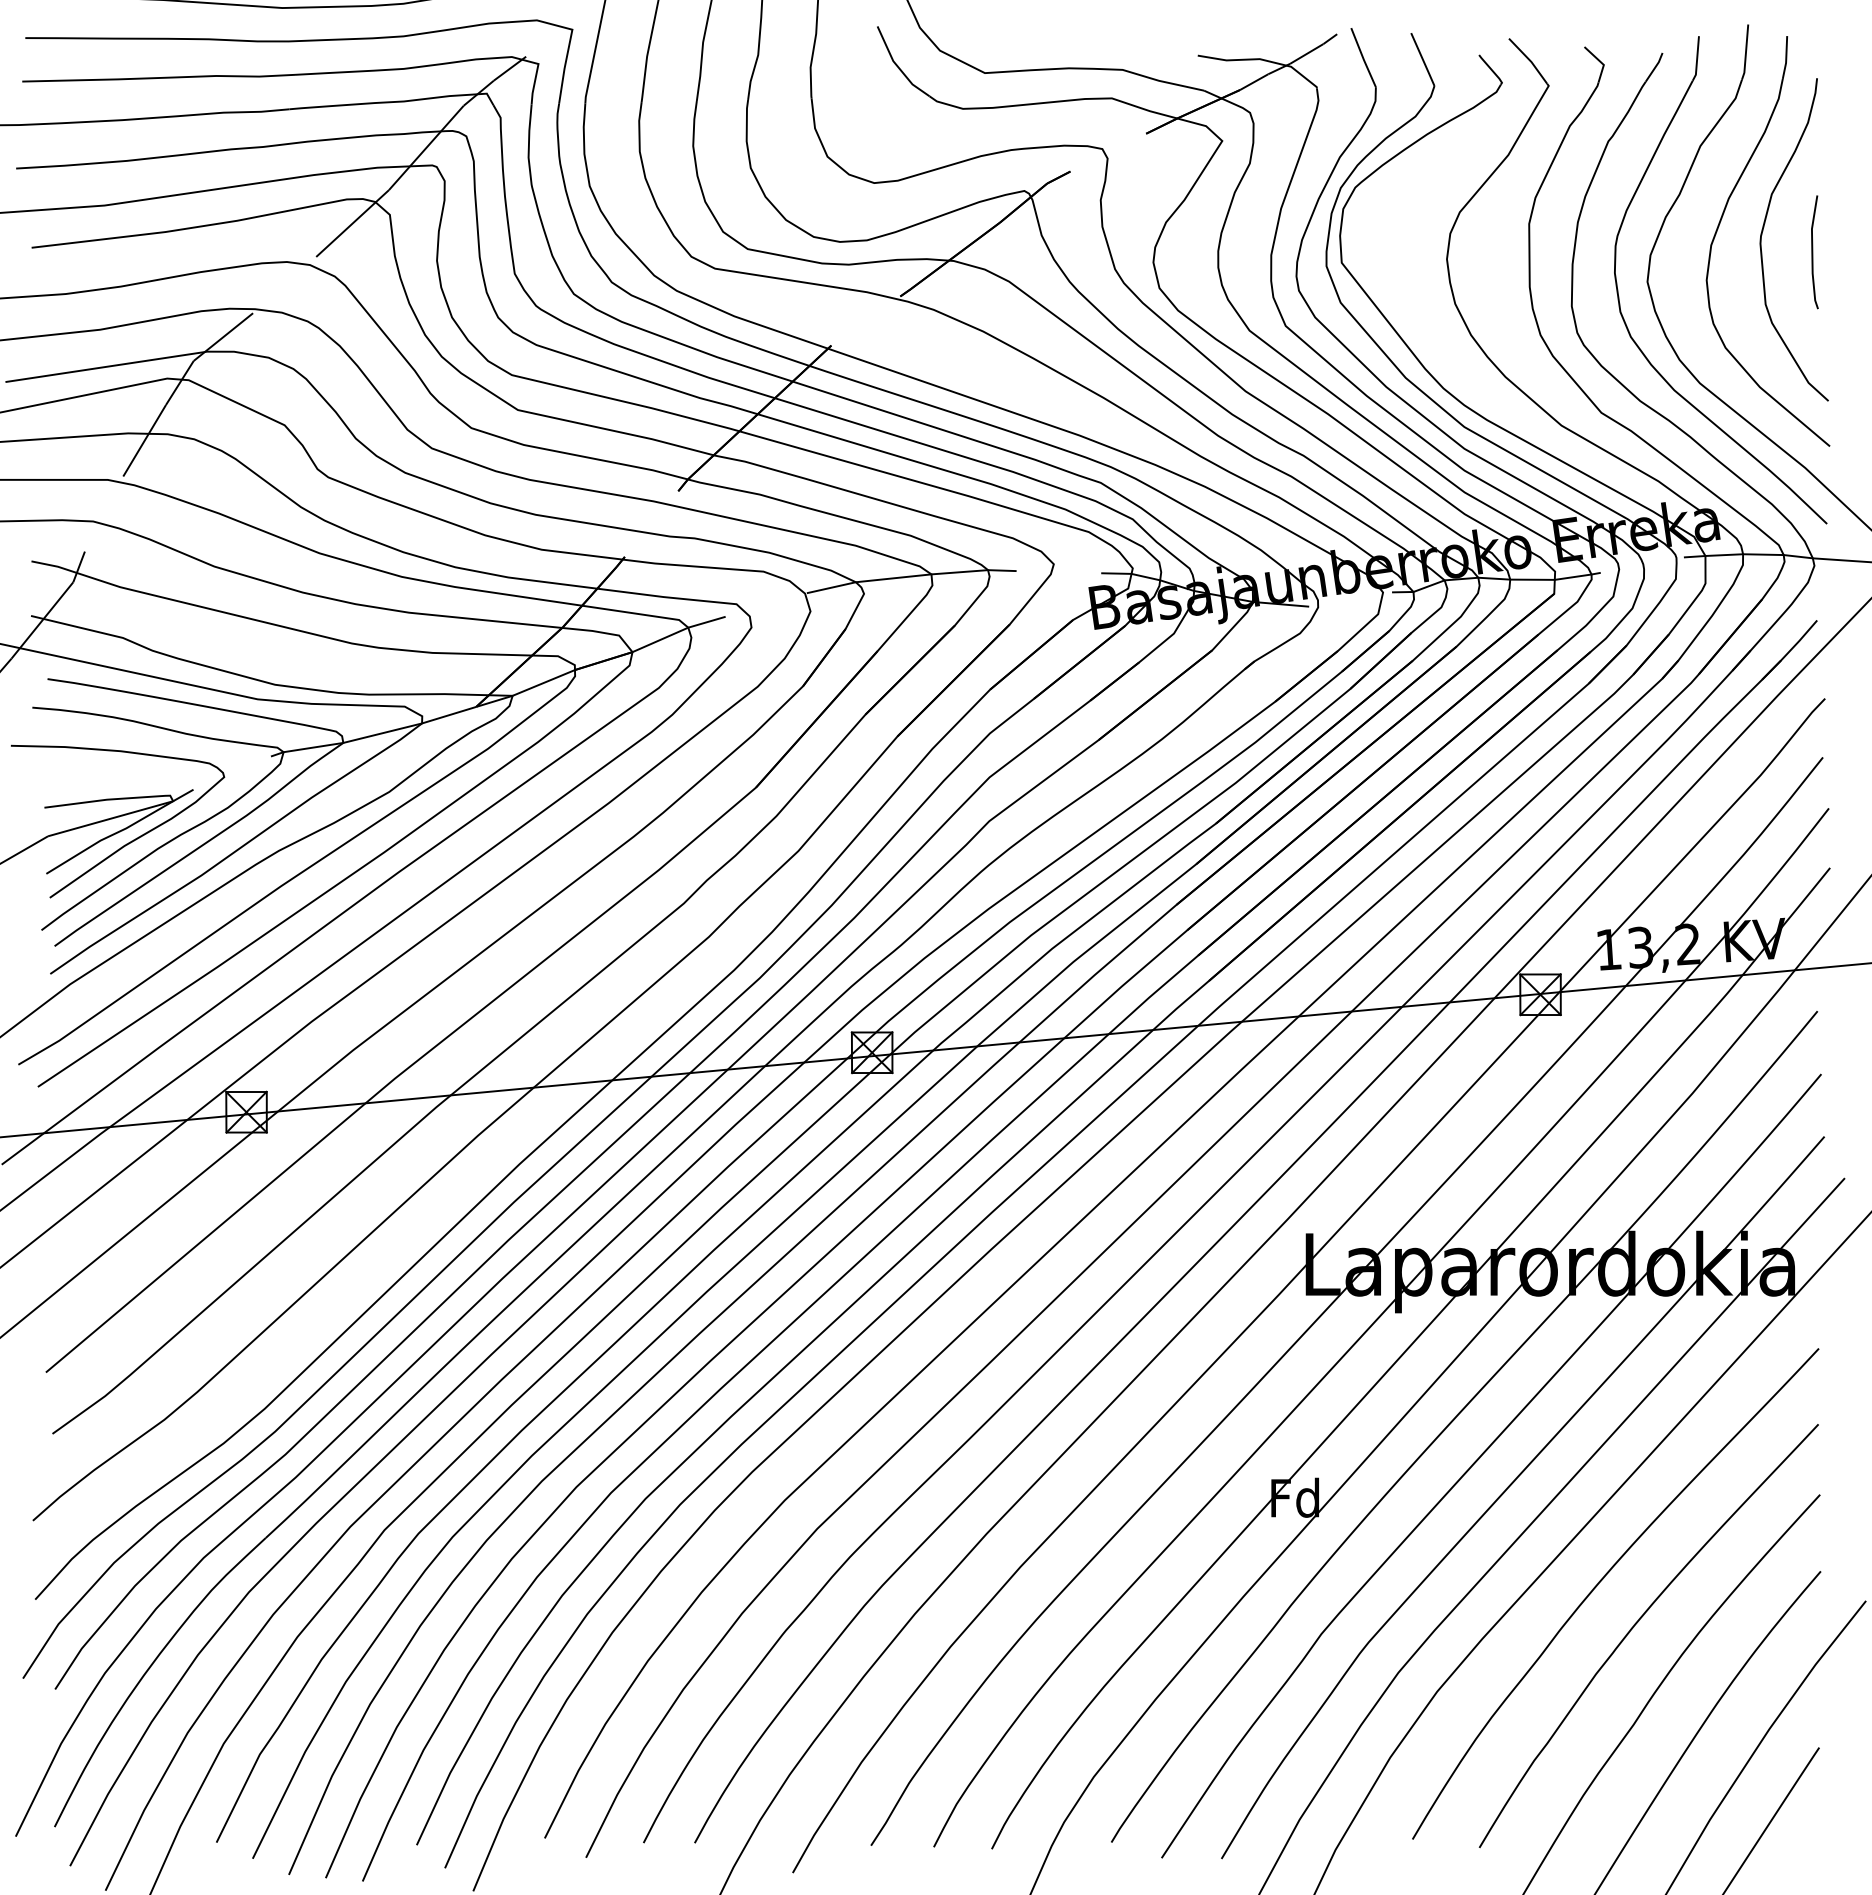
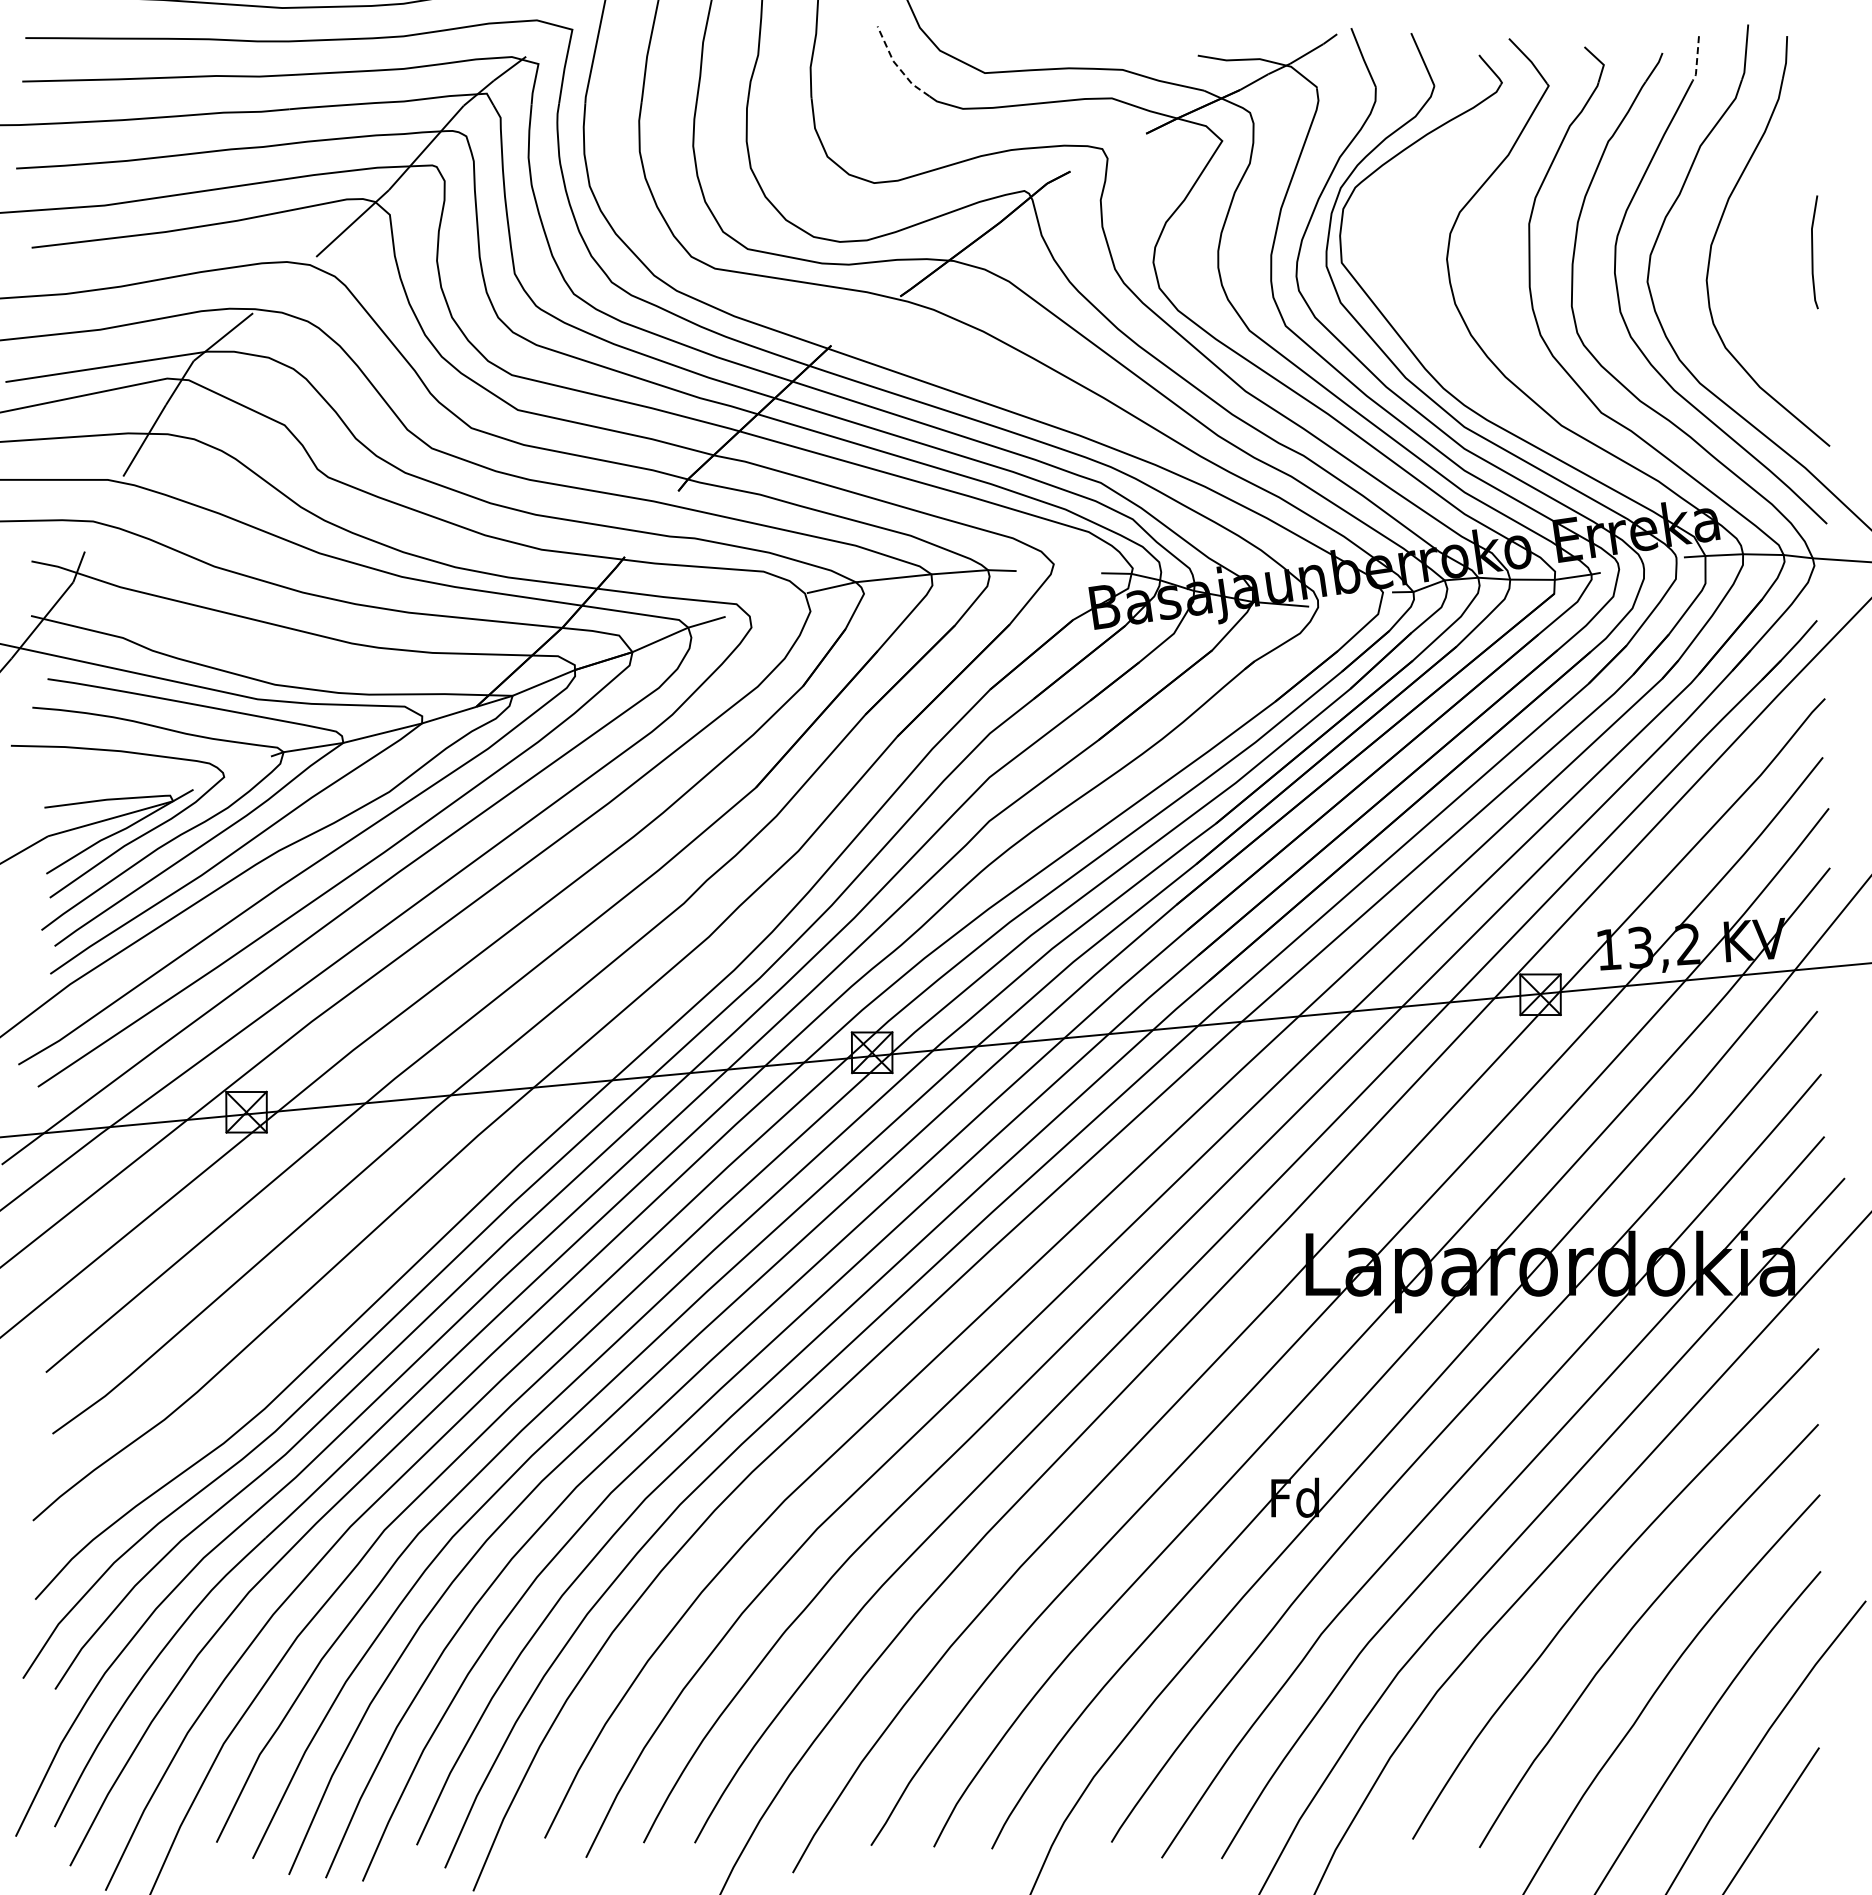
line at (1697, 59): solid -> dashed
line at (897, 65): solid -> dashed
curve at (1763, 231): present -> none
